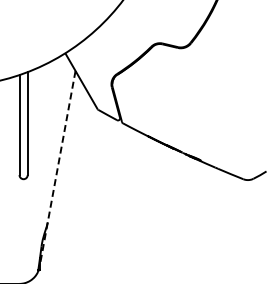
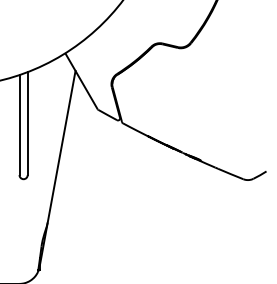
line at (57, 168): dashed -> solid
